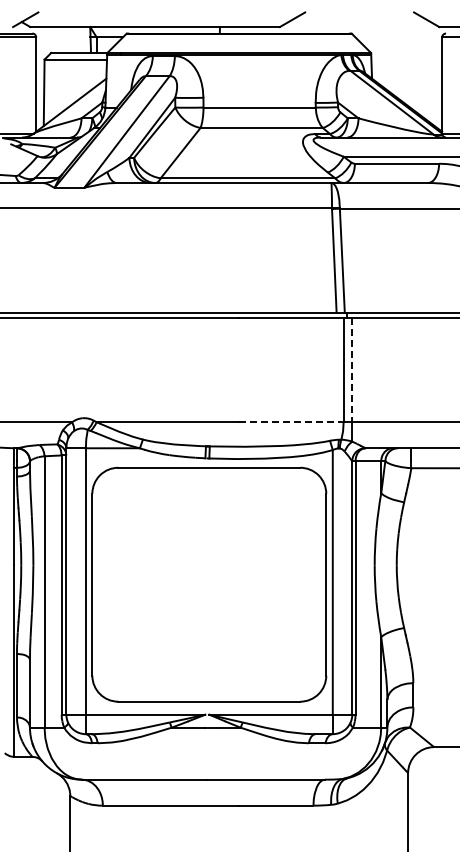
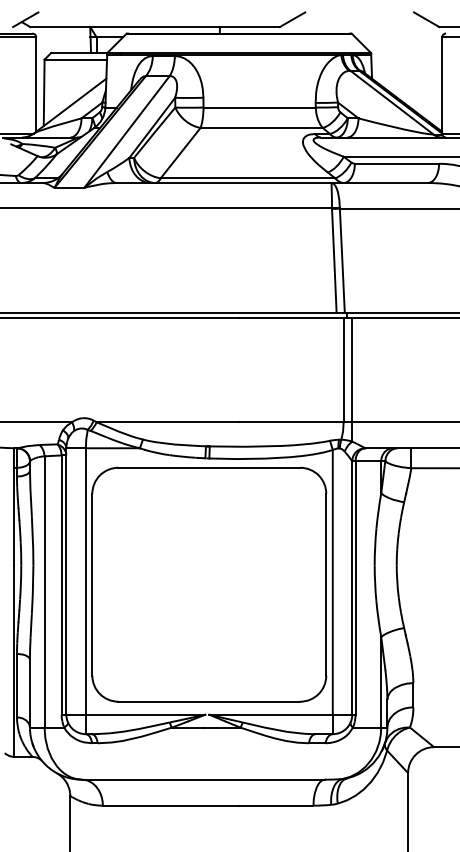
line at (352, 370): dashed -> solid
line at (291, 422): dashed -> solid
